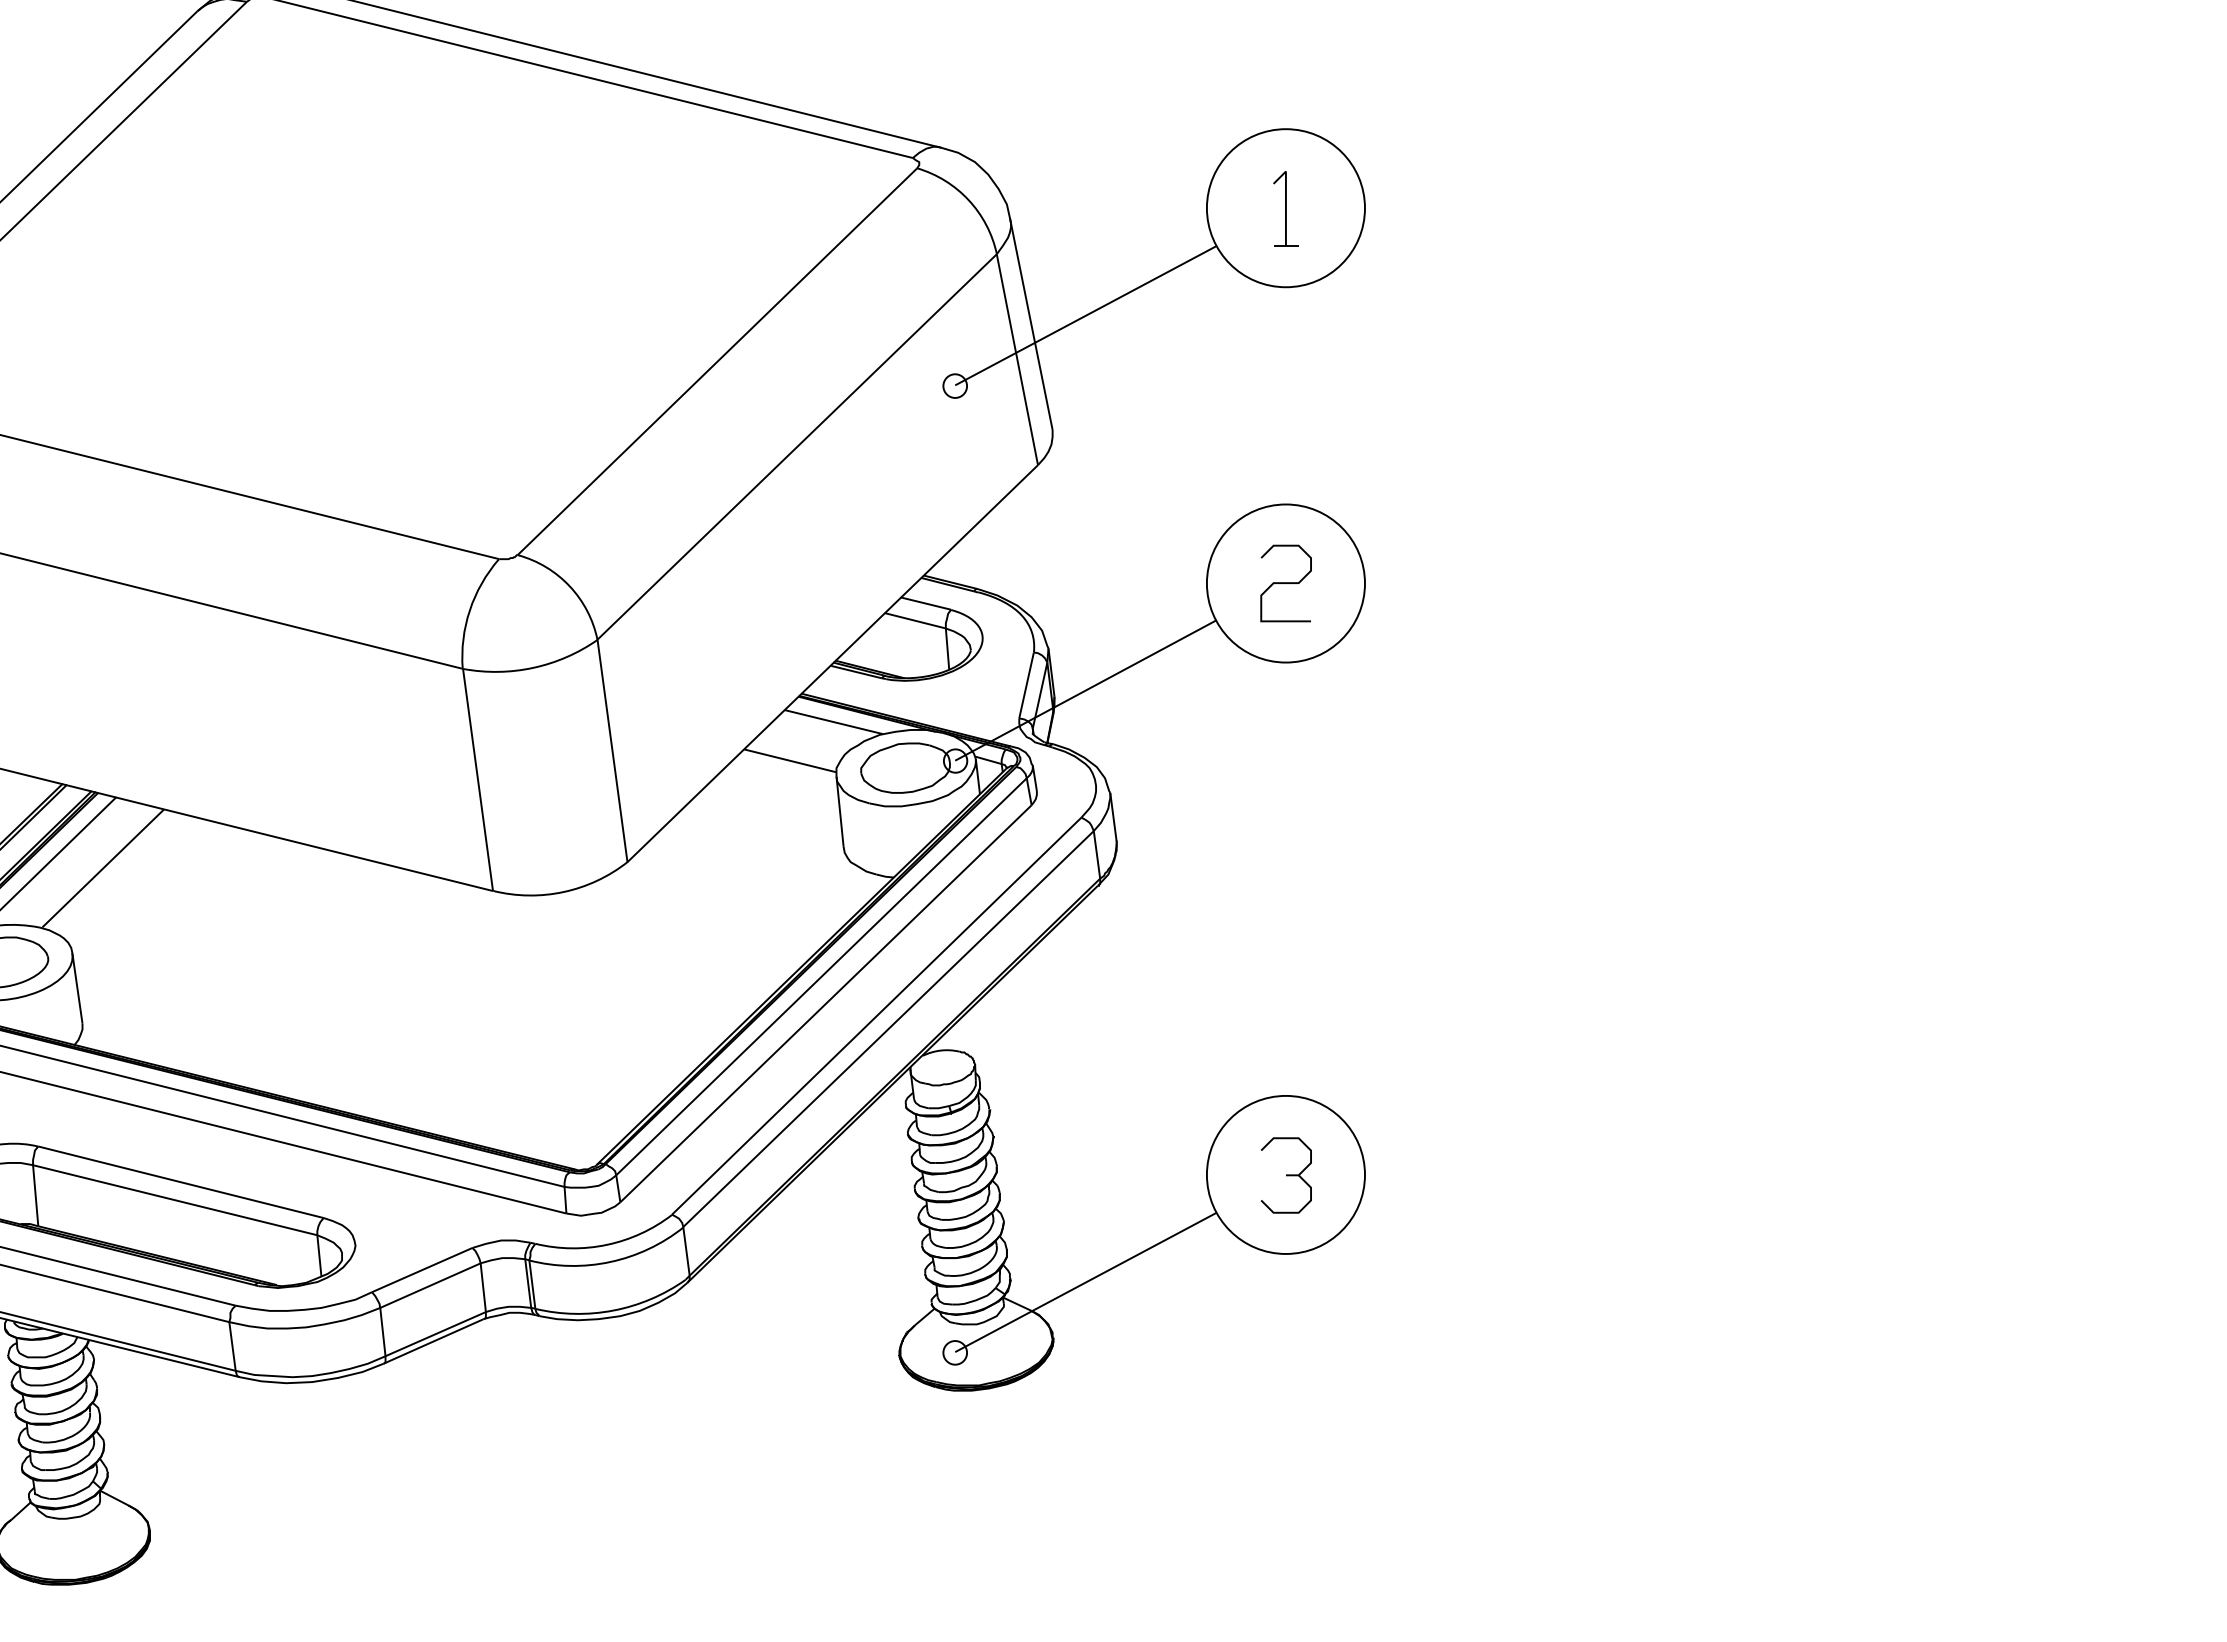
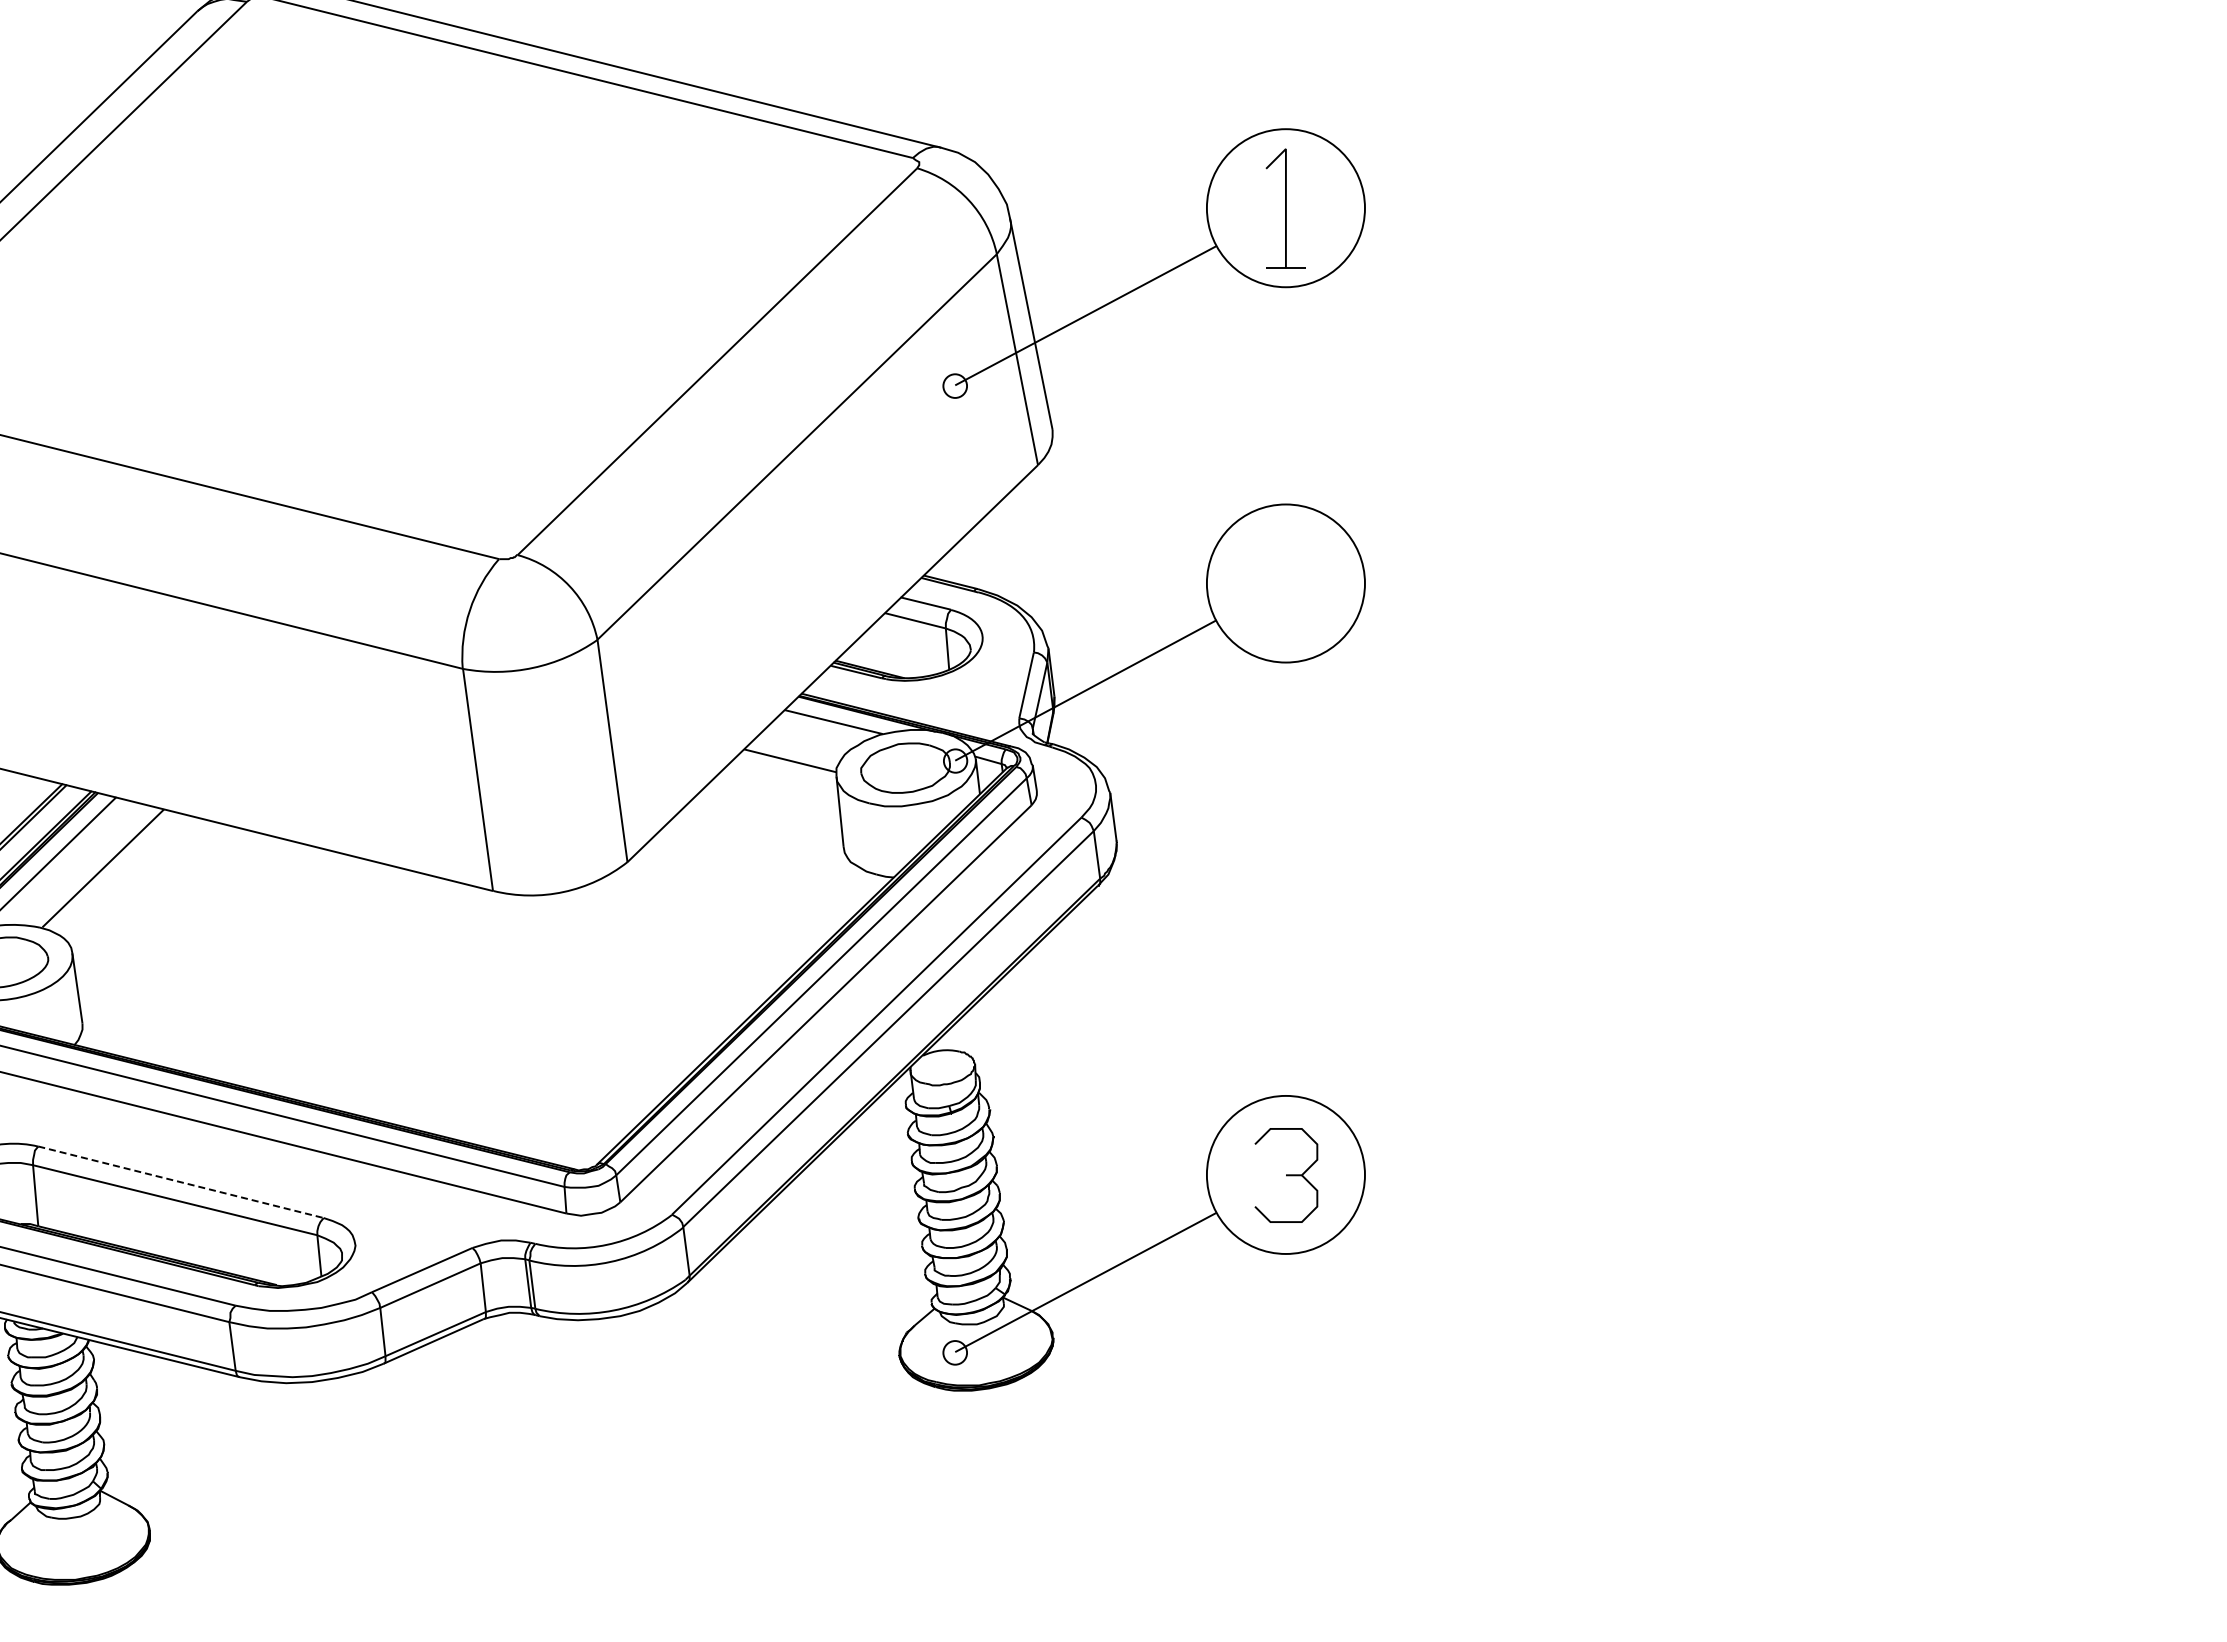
part at (1285, 208) size: 26x76 px -> 41x121 px
curve at (1285, 583): present -> none
part at (1285, 1175) size: 52x77 px -> 65x95 px
line at (181, 1182): solid -> dashed
